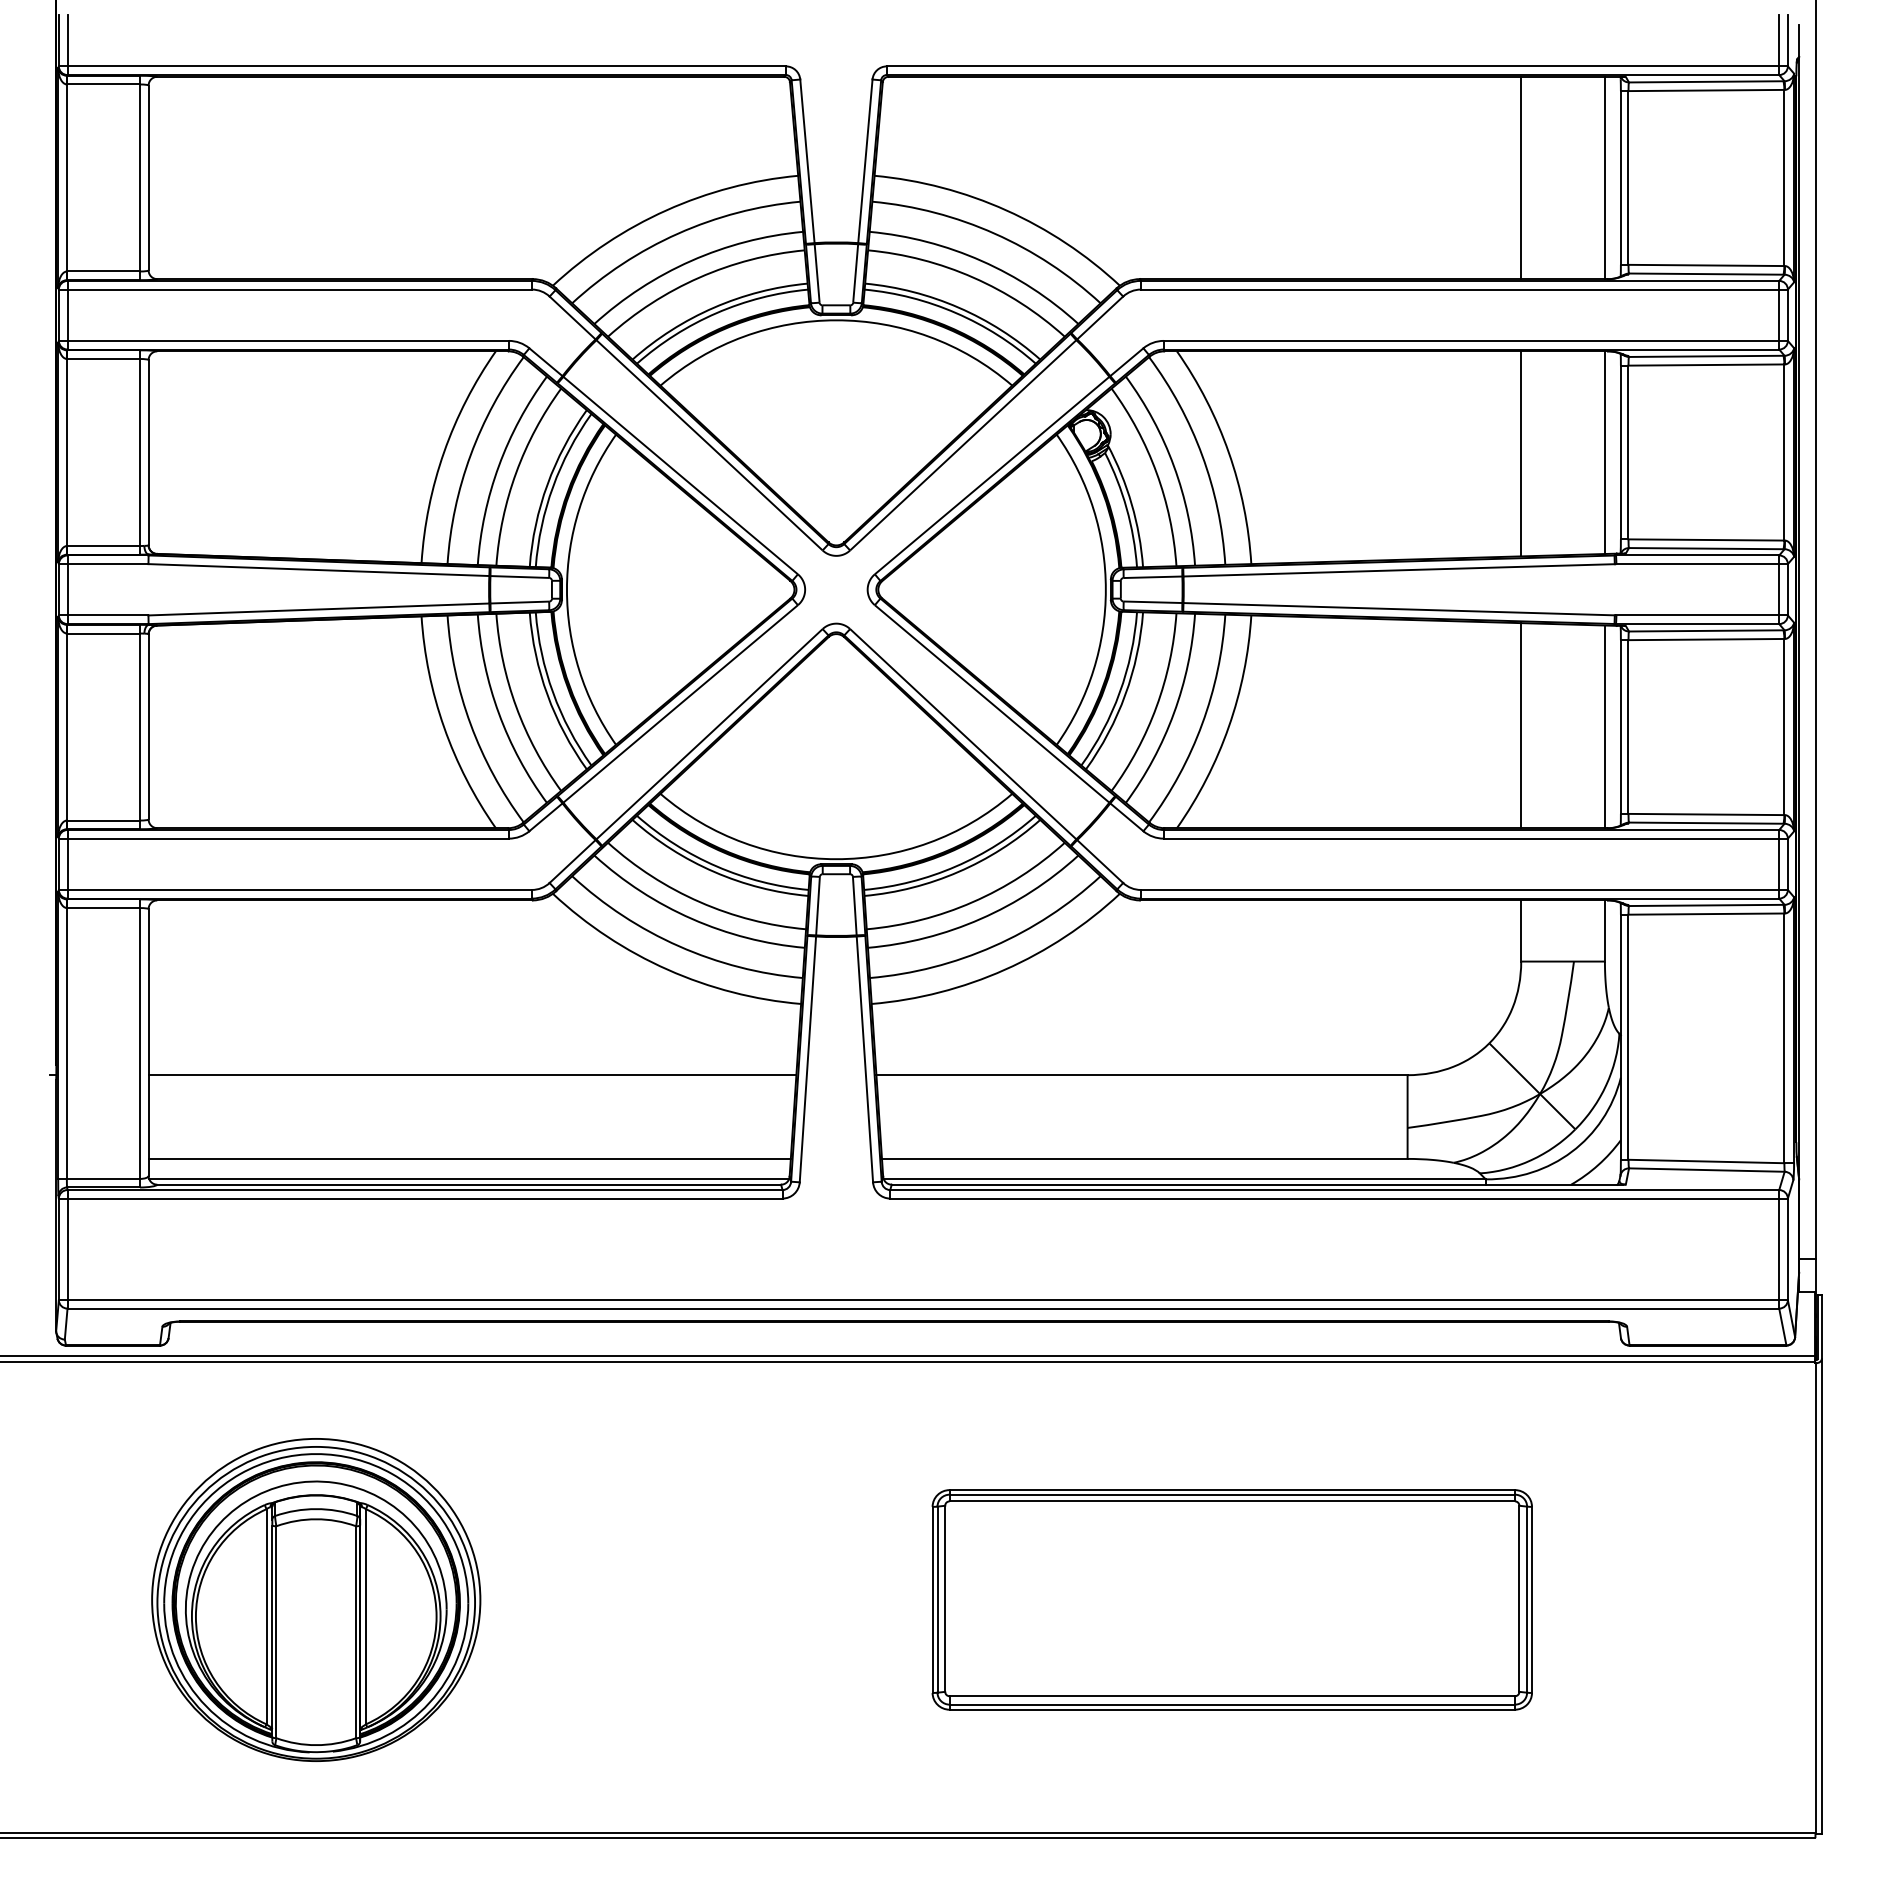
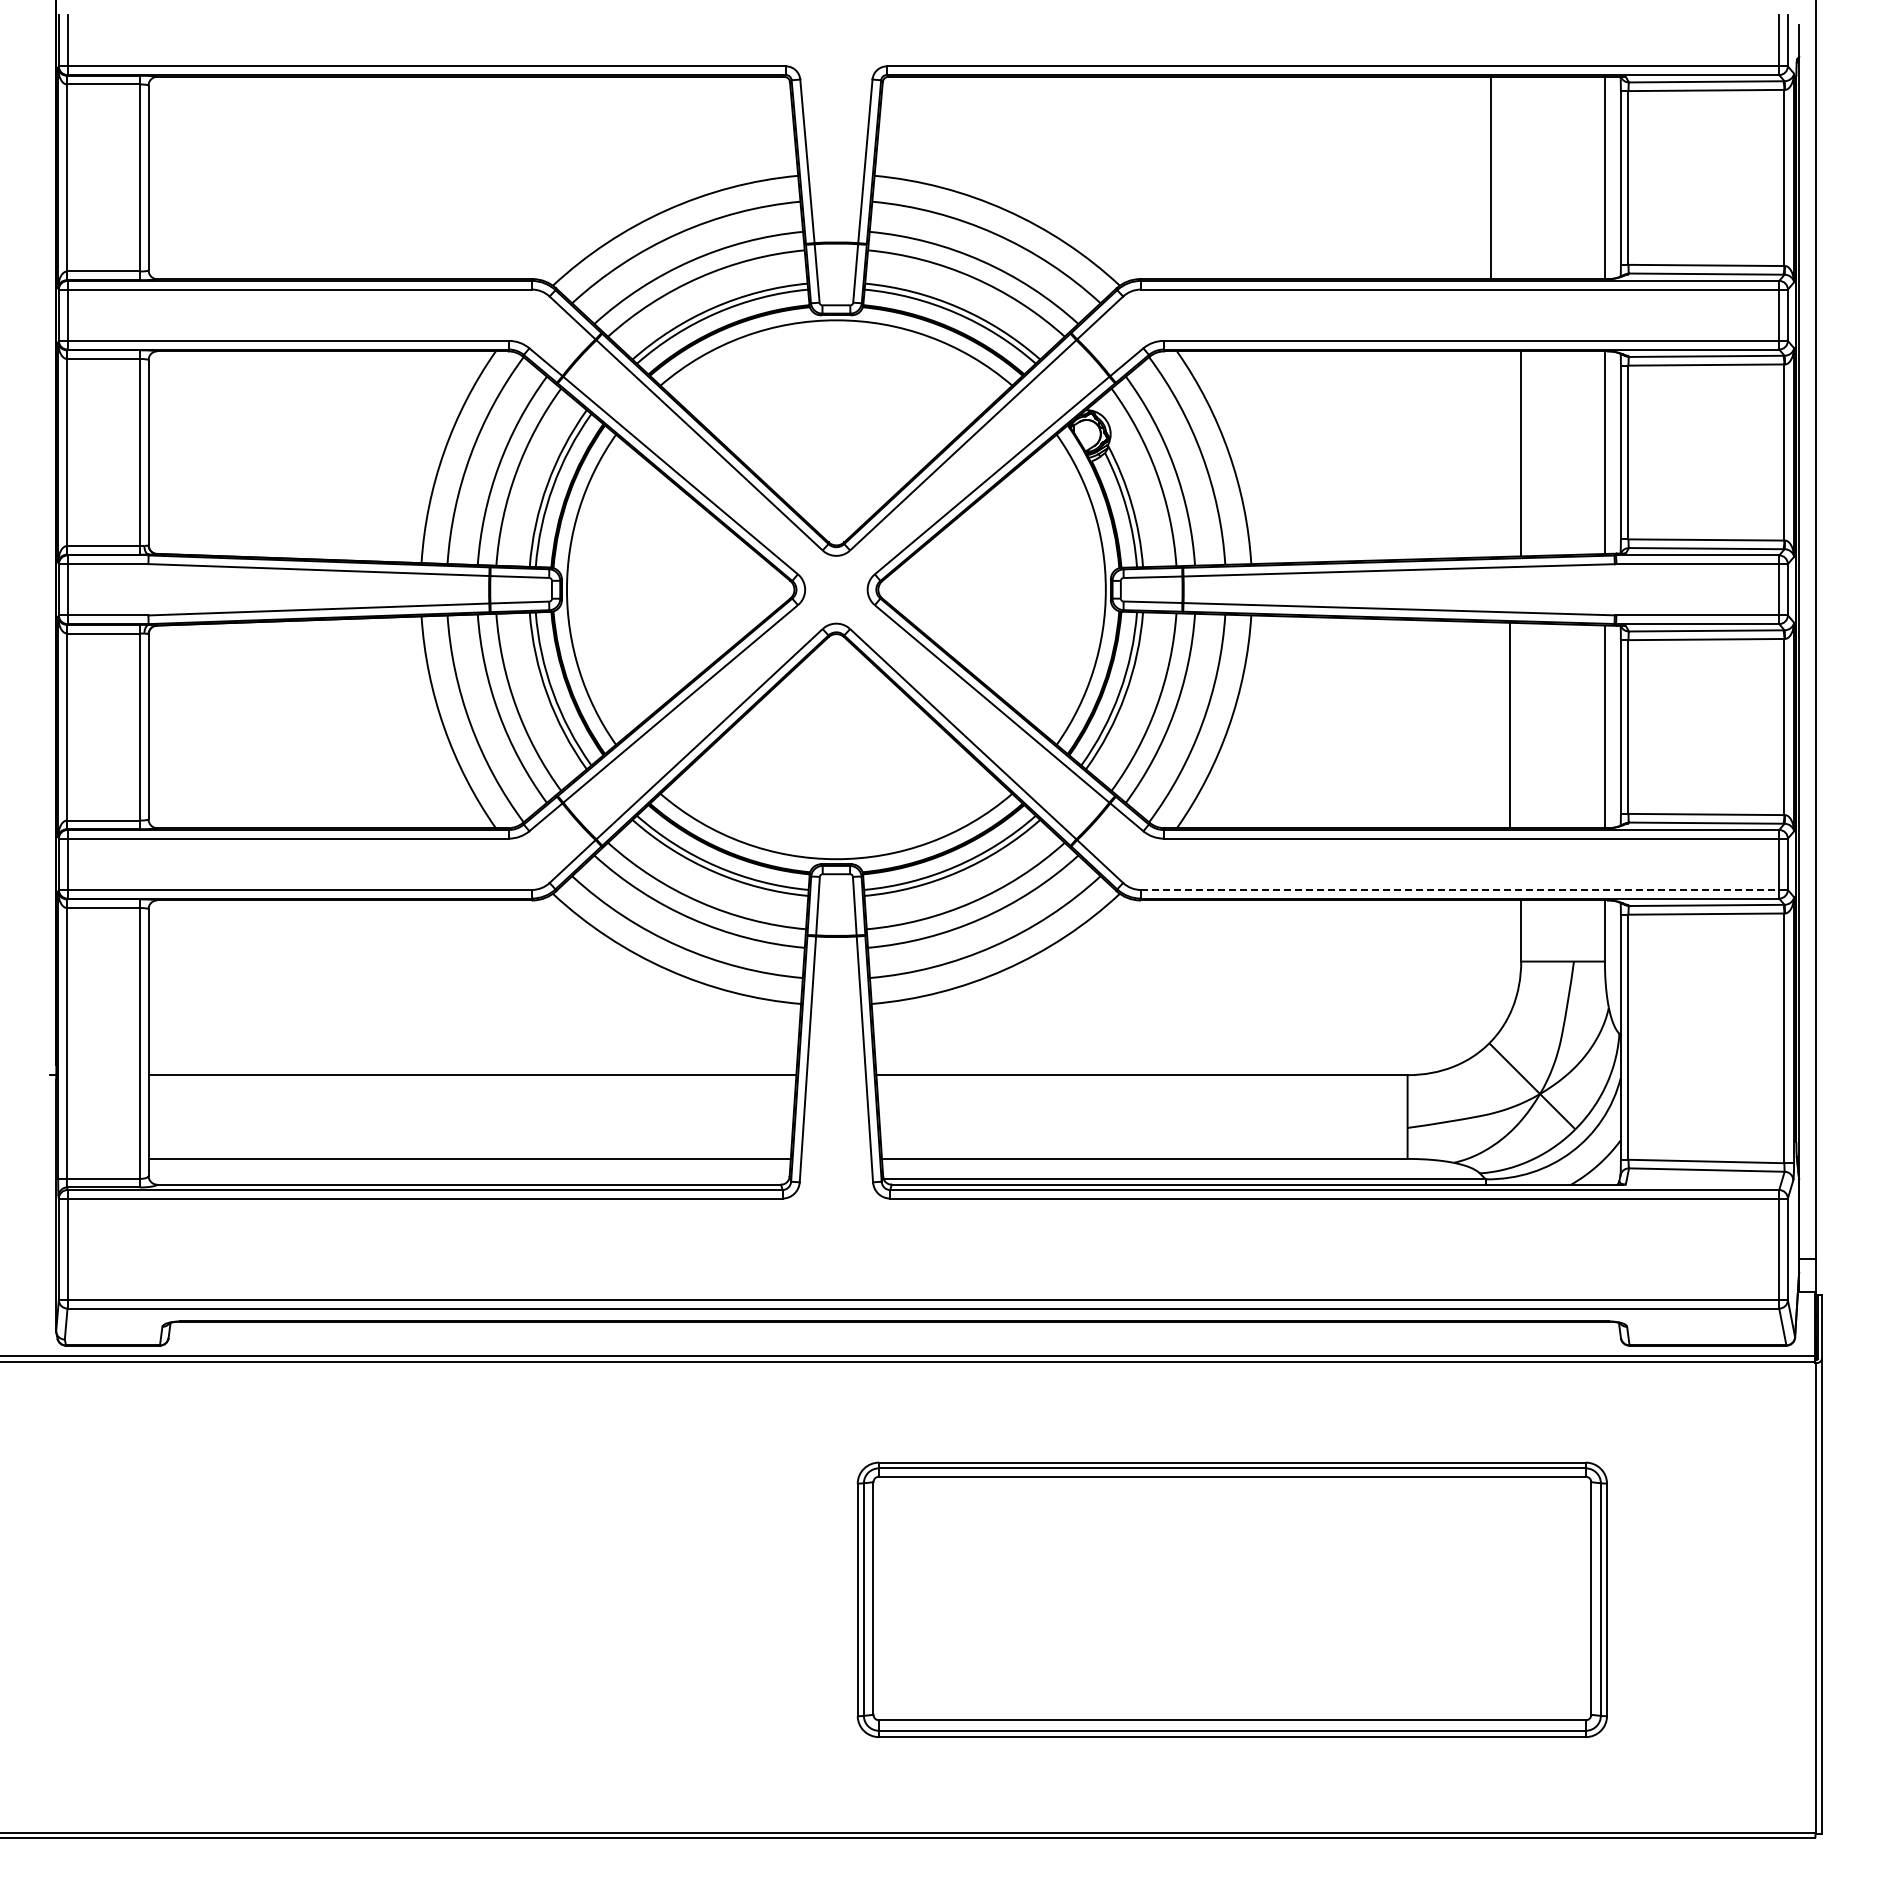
line at (1521, 177) position: (1521, 177) -> (1491, 177)
line at (1521, 725) position: (1521, 725) -> (1510, 725)
line at (1460, 889): solid -> dashed
line at (468, 1179): present -> none
part at (316, 1599): present -> none
part at (1231, 1599) size: 602x222 px -> 752x277 px
